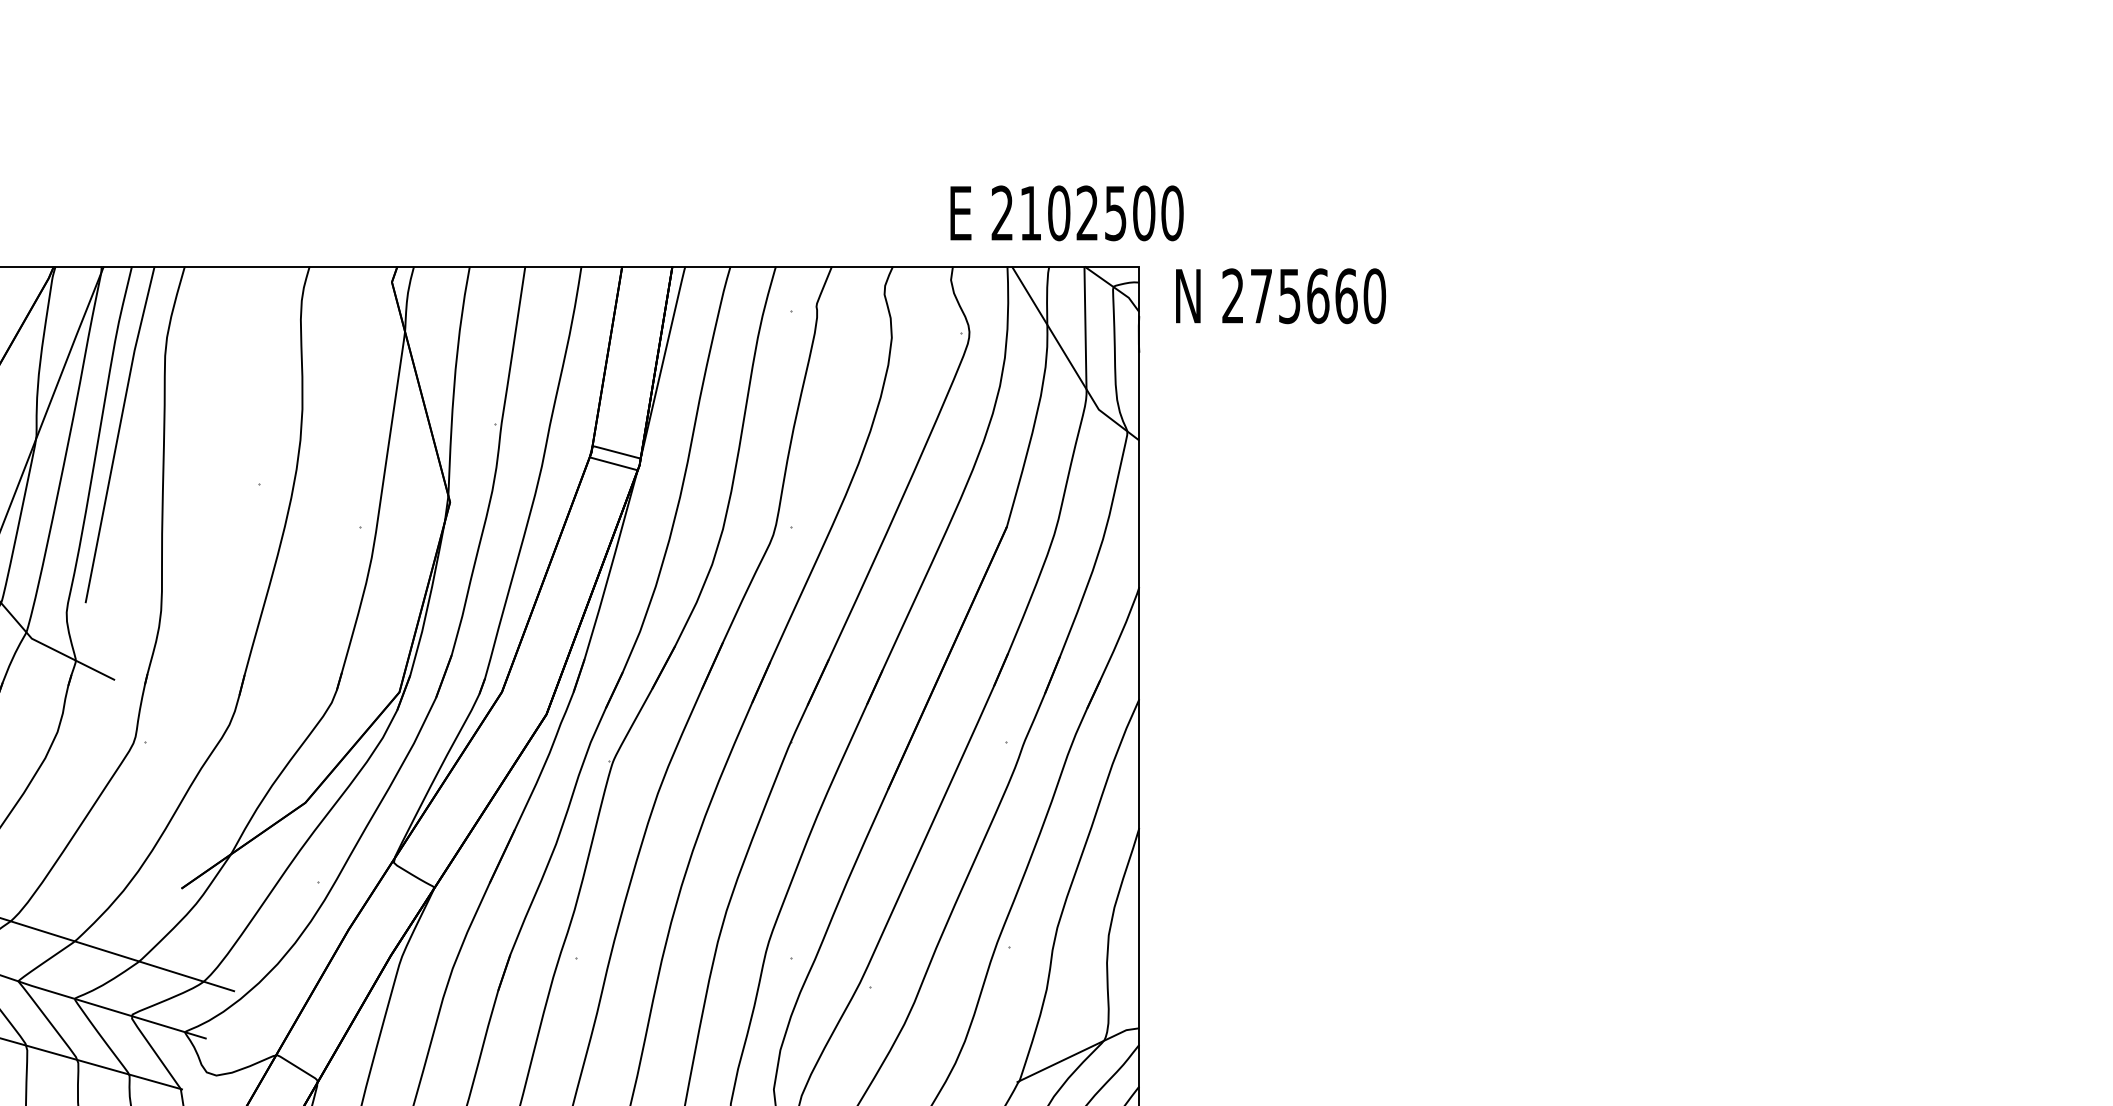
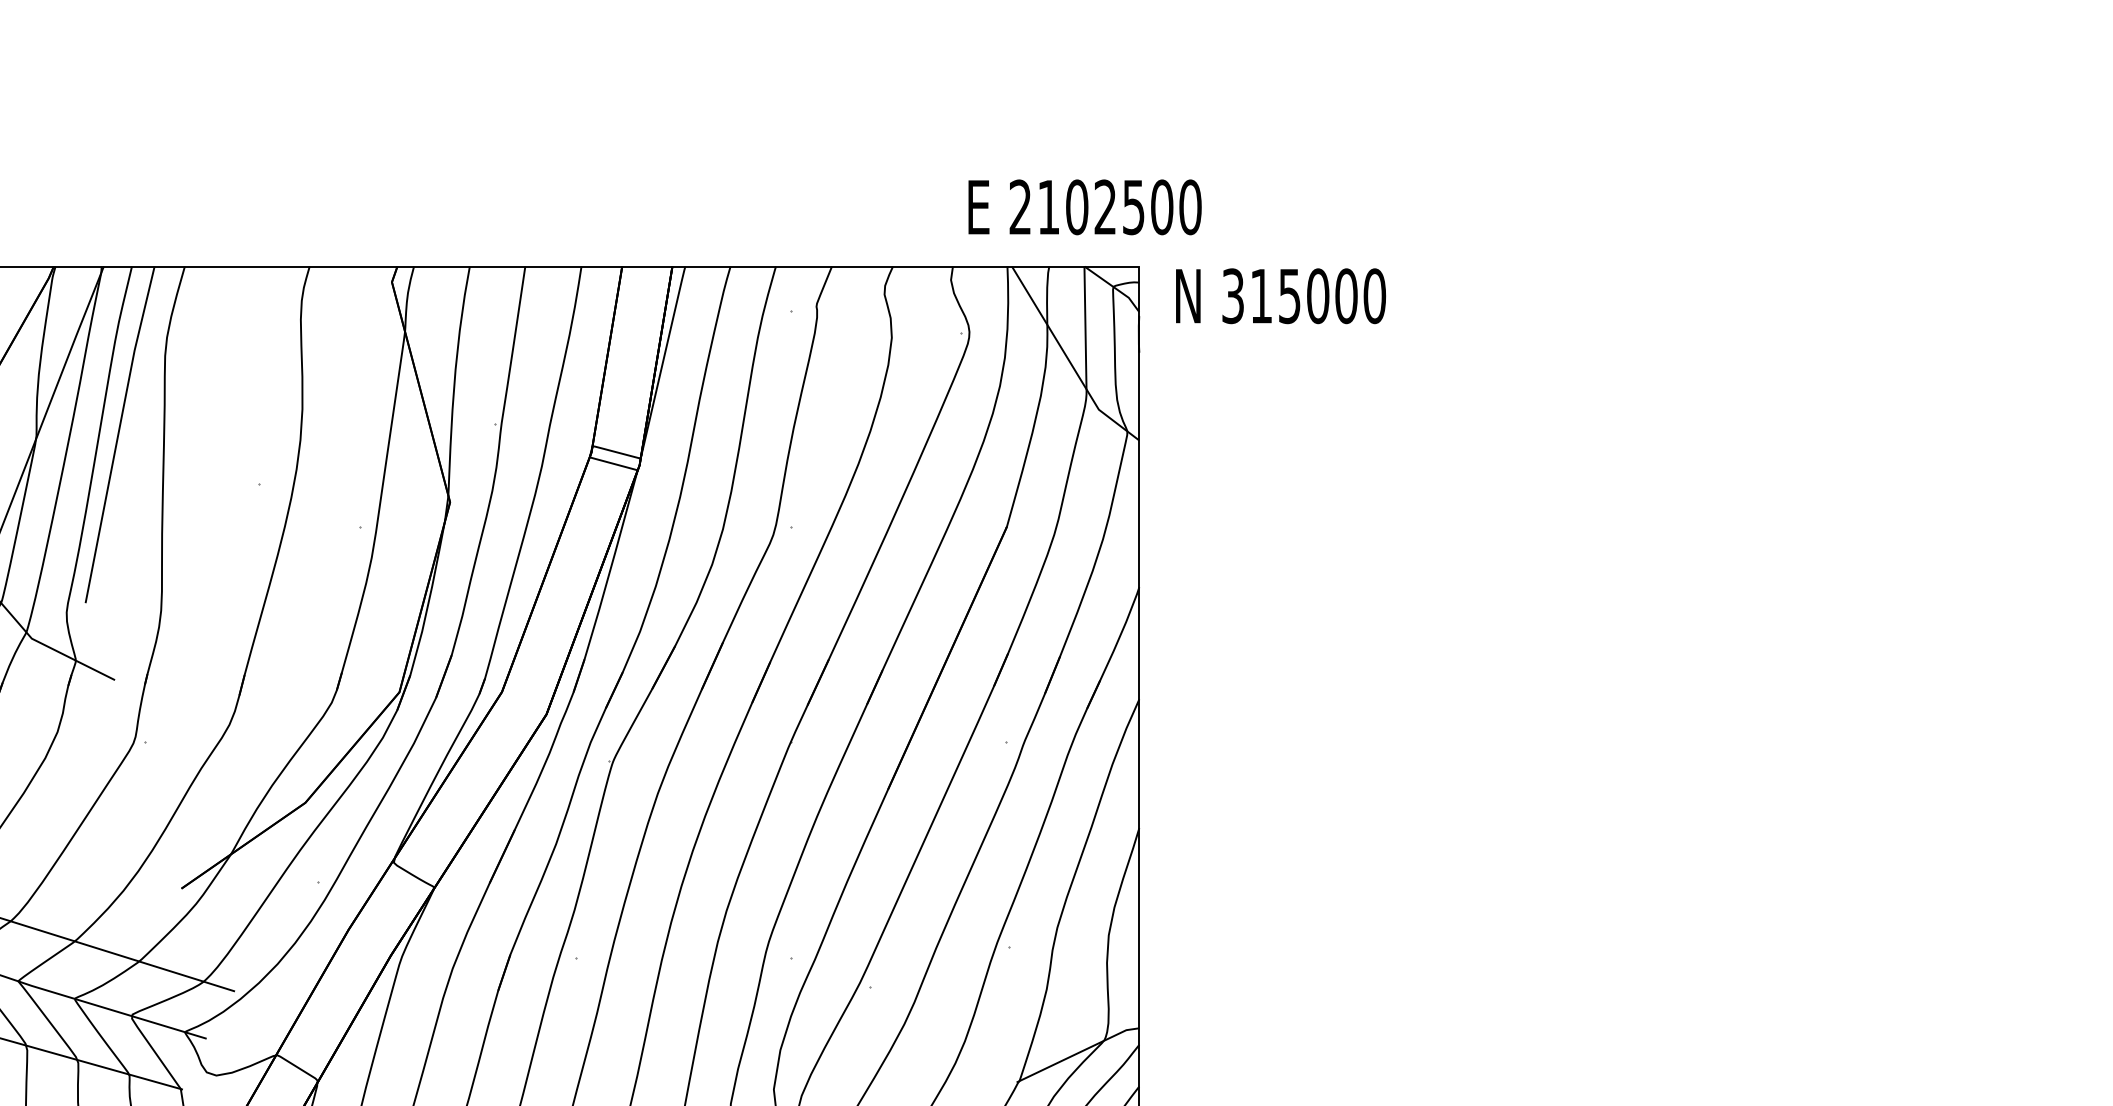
text at (1066, 213) position: (1066, 213) -> (1084, 207)
text at (1289, 296): 275660 -> 315000
